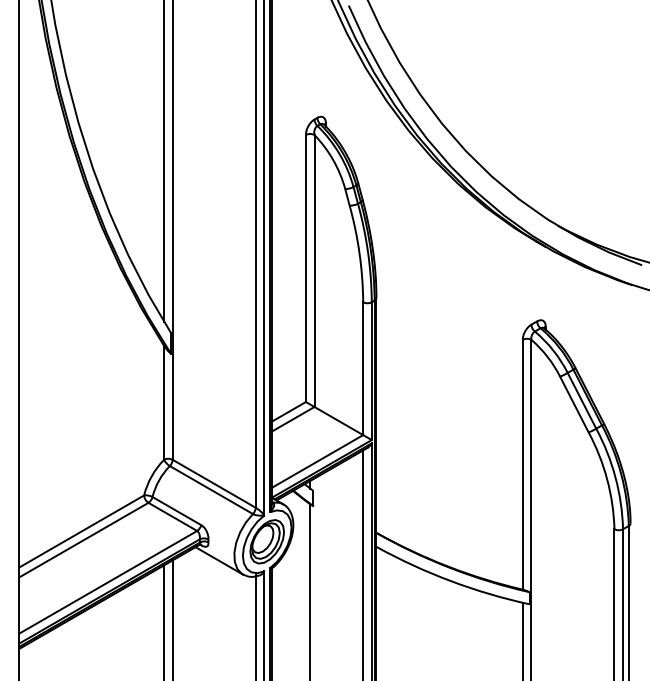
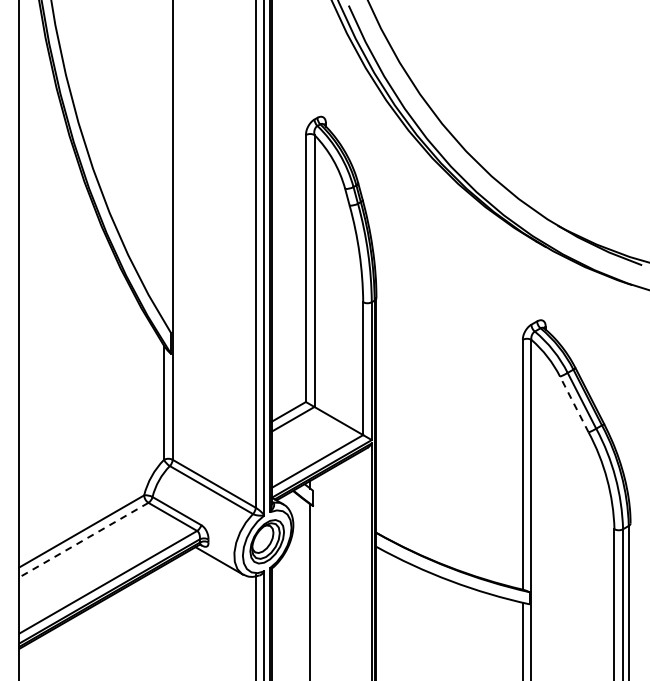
line at (164, 161): present -> none
line at (574, 404): solid -> dashed
line at (83, 540): solid -> dashed
line at (363, 563): present -> none
line at (172, 618): present -> none
line at (164, 621): present -> none
